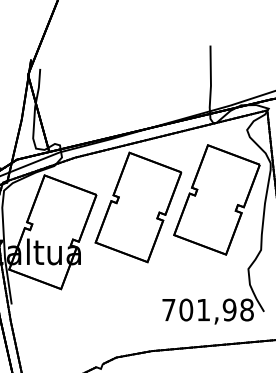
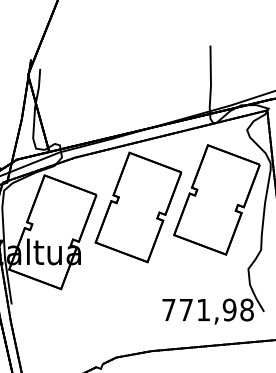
text at (186, 309): 701,98 -> 771,98
